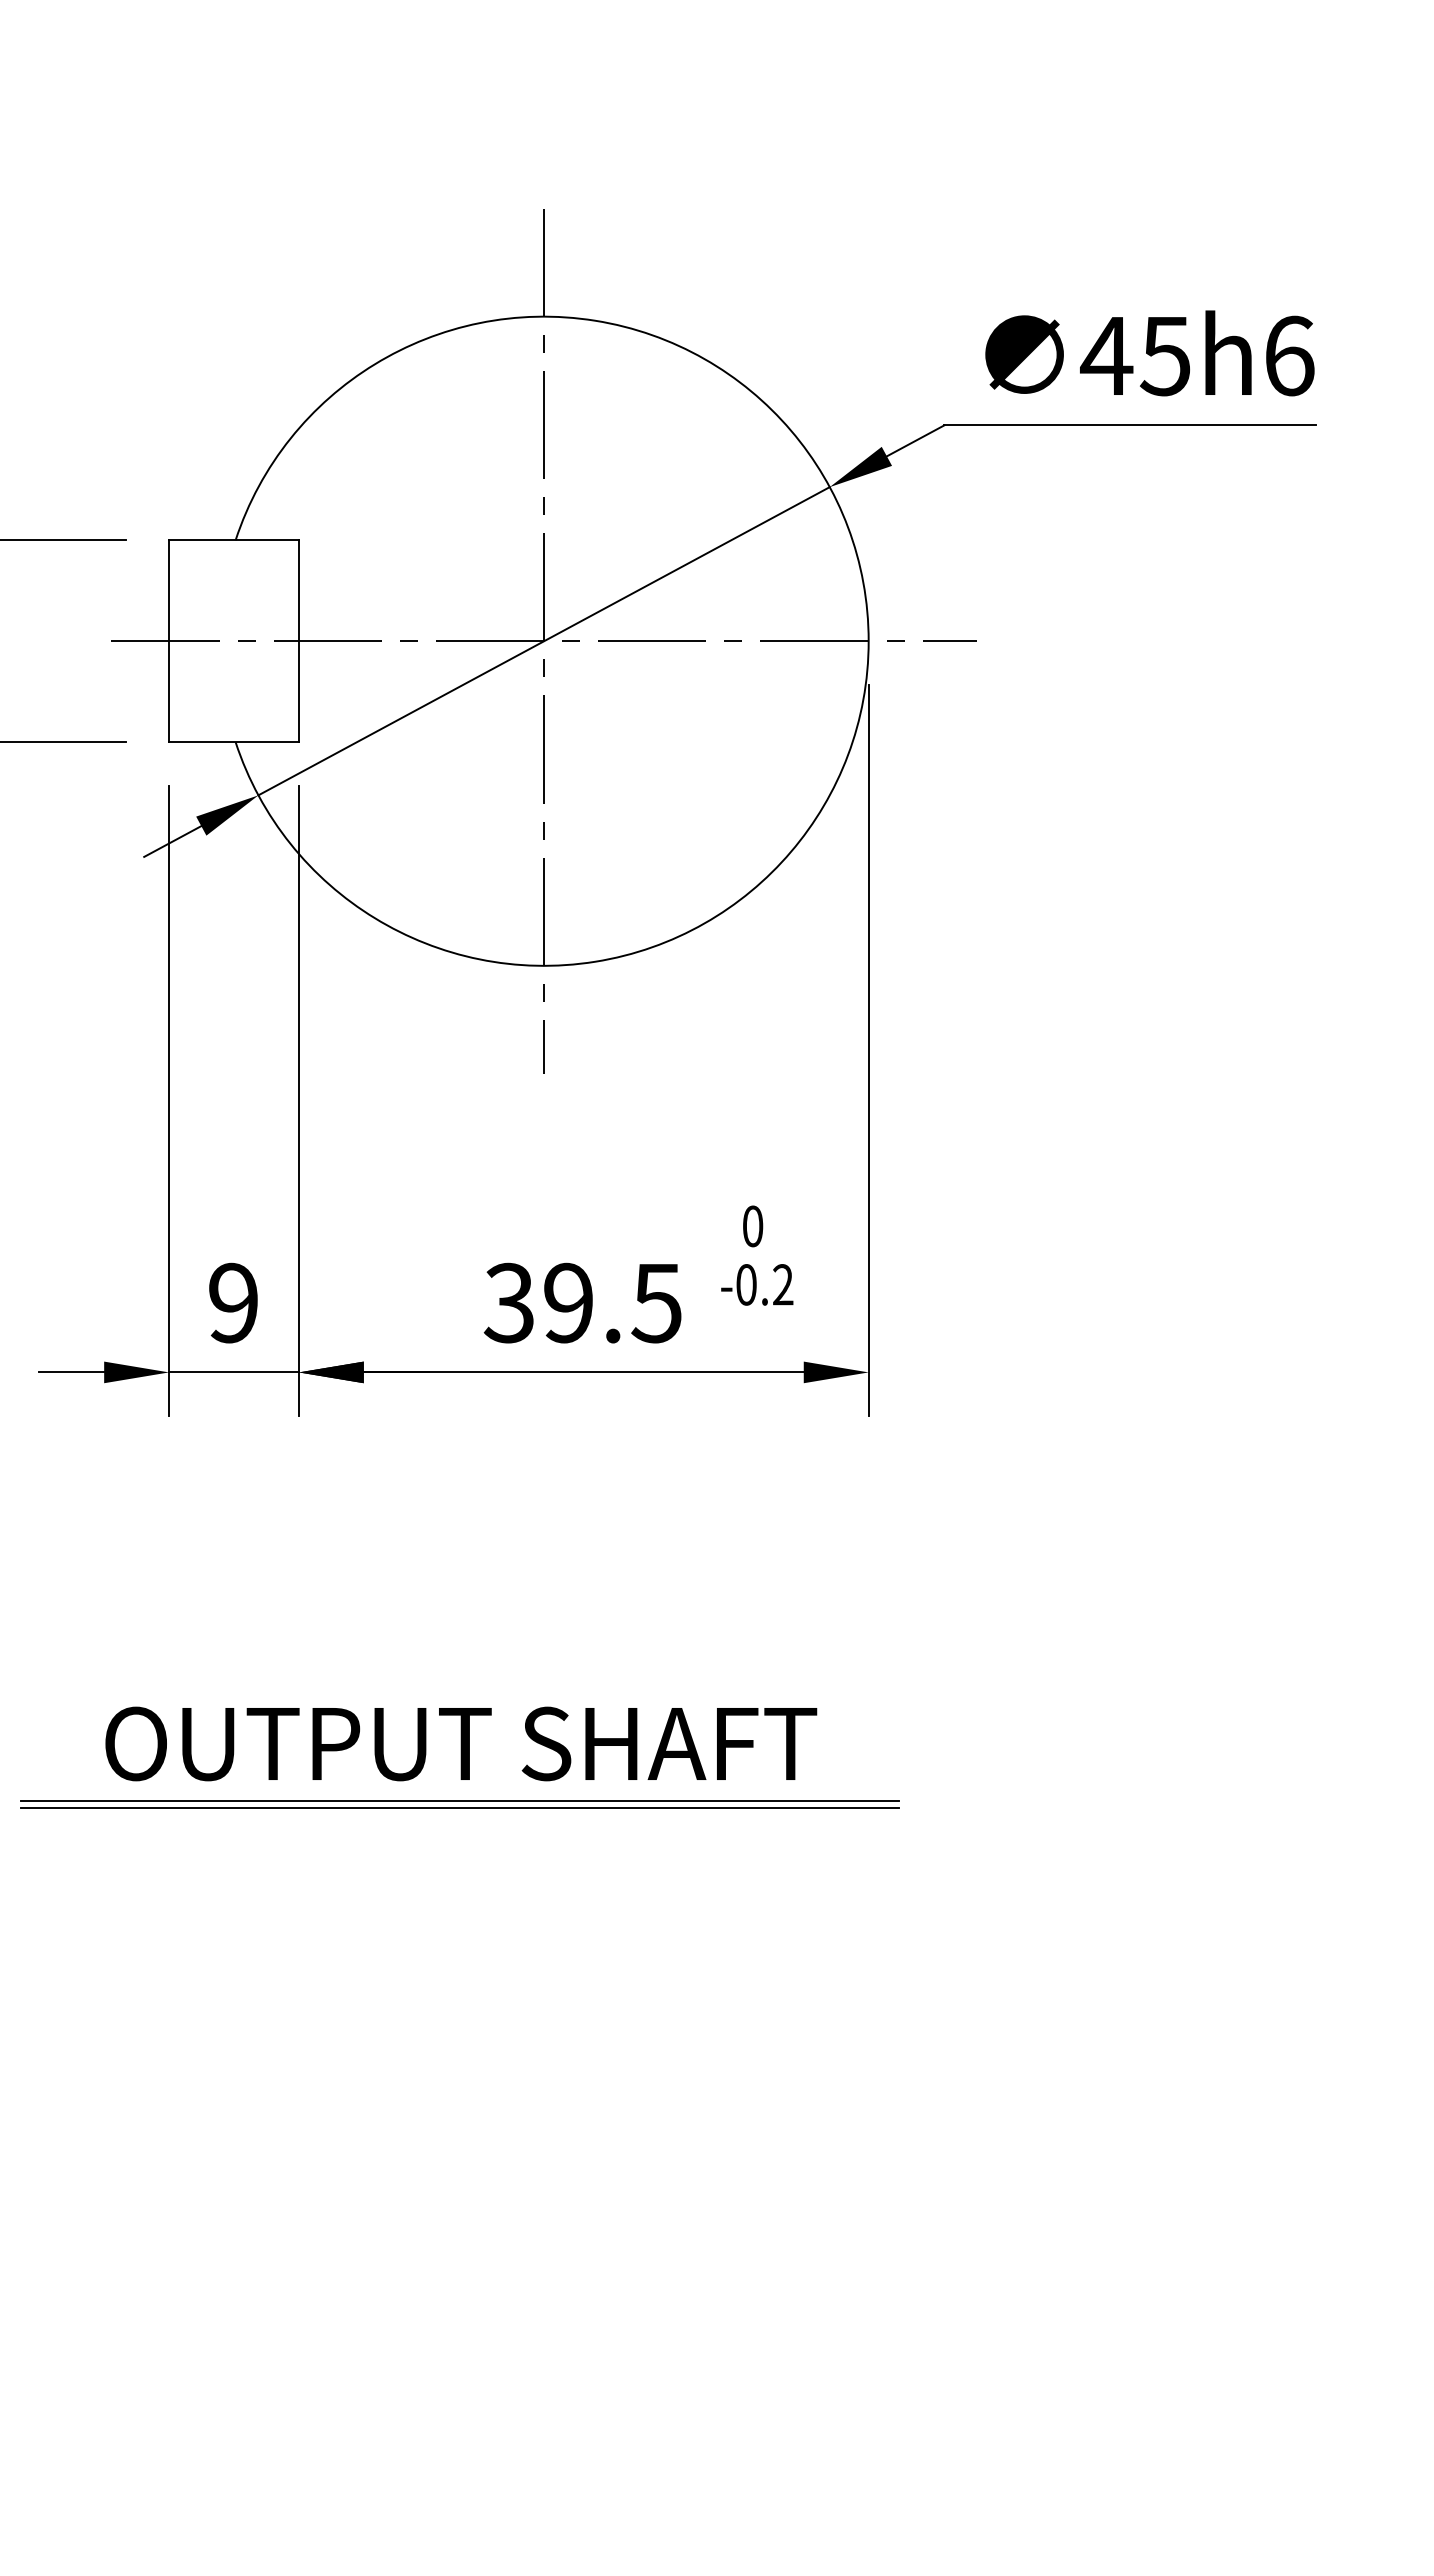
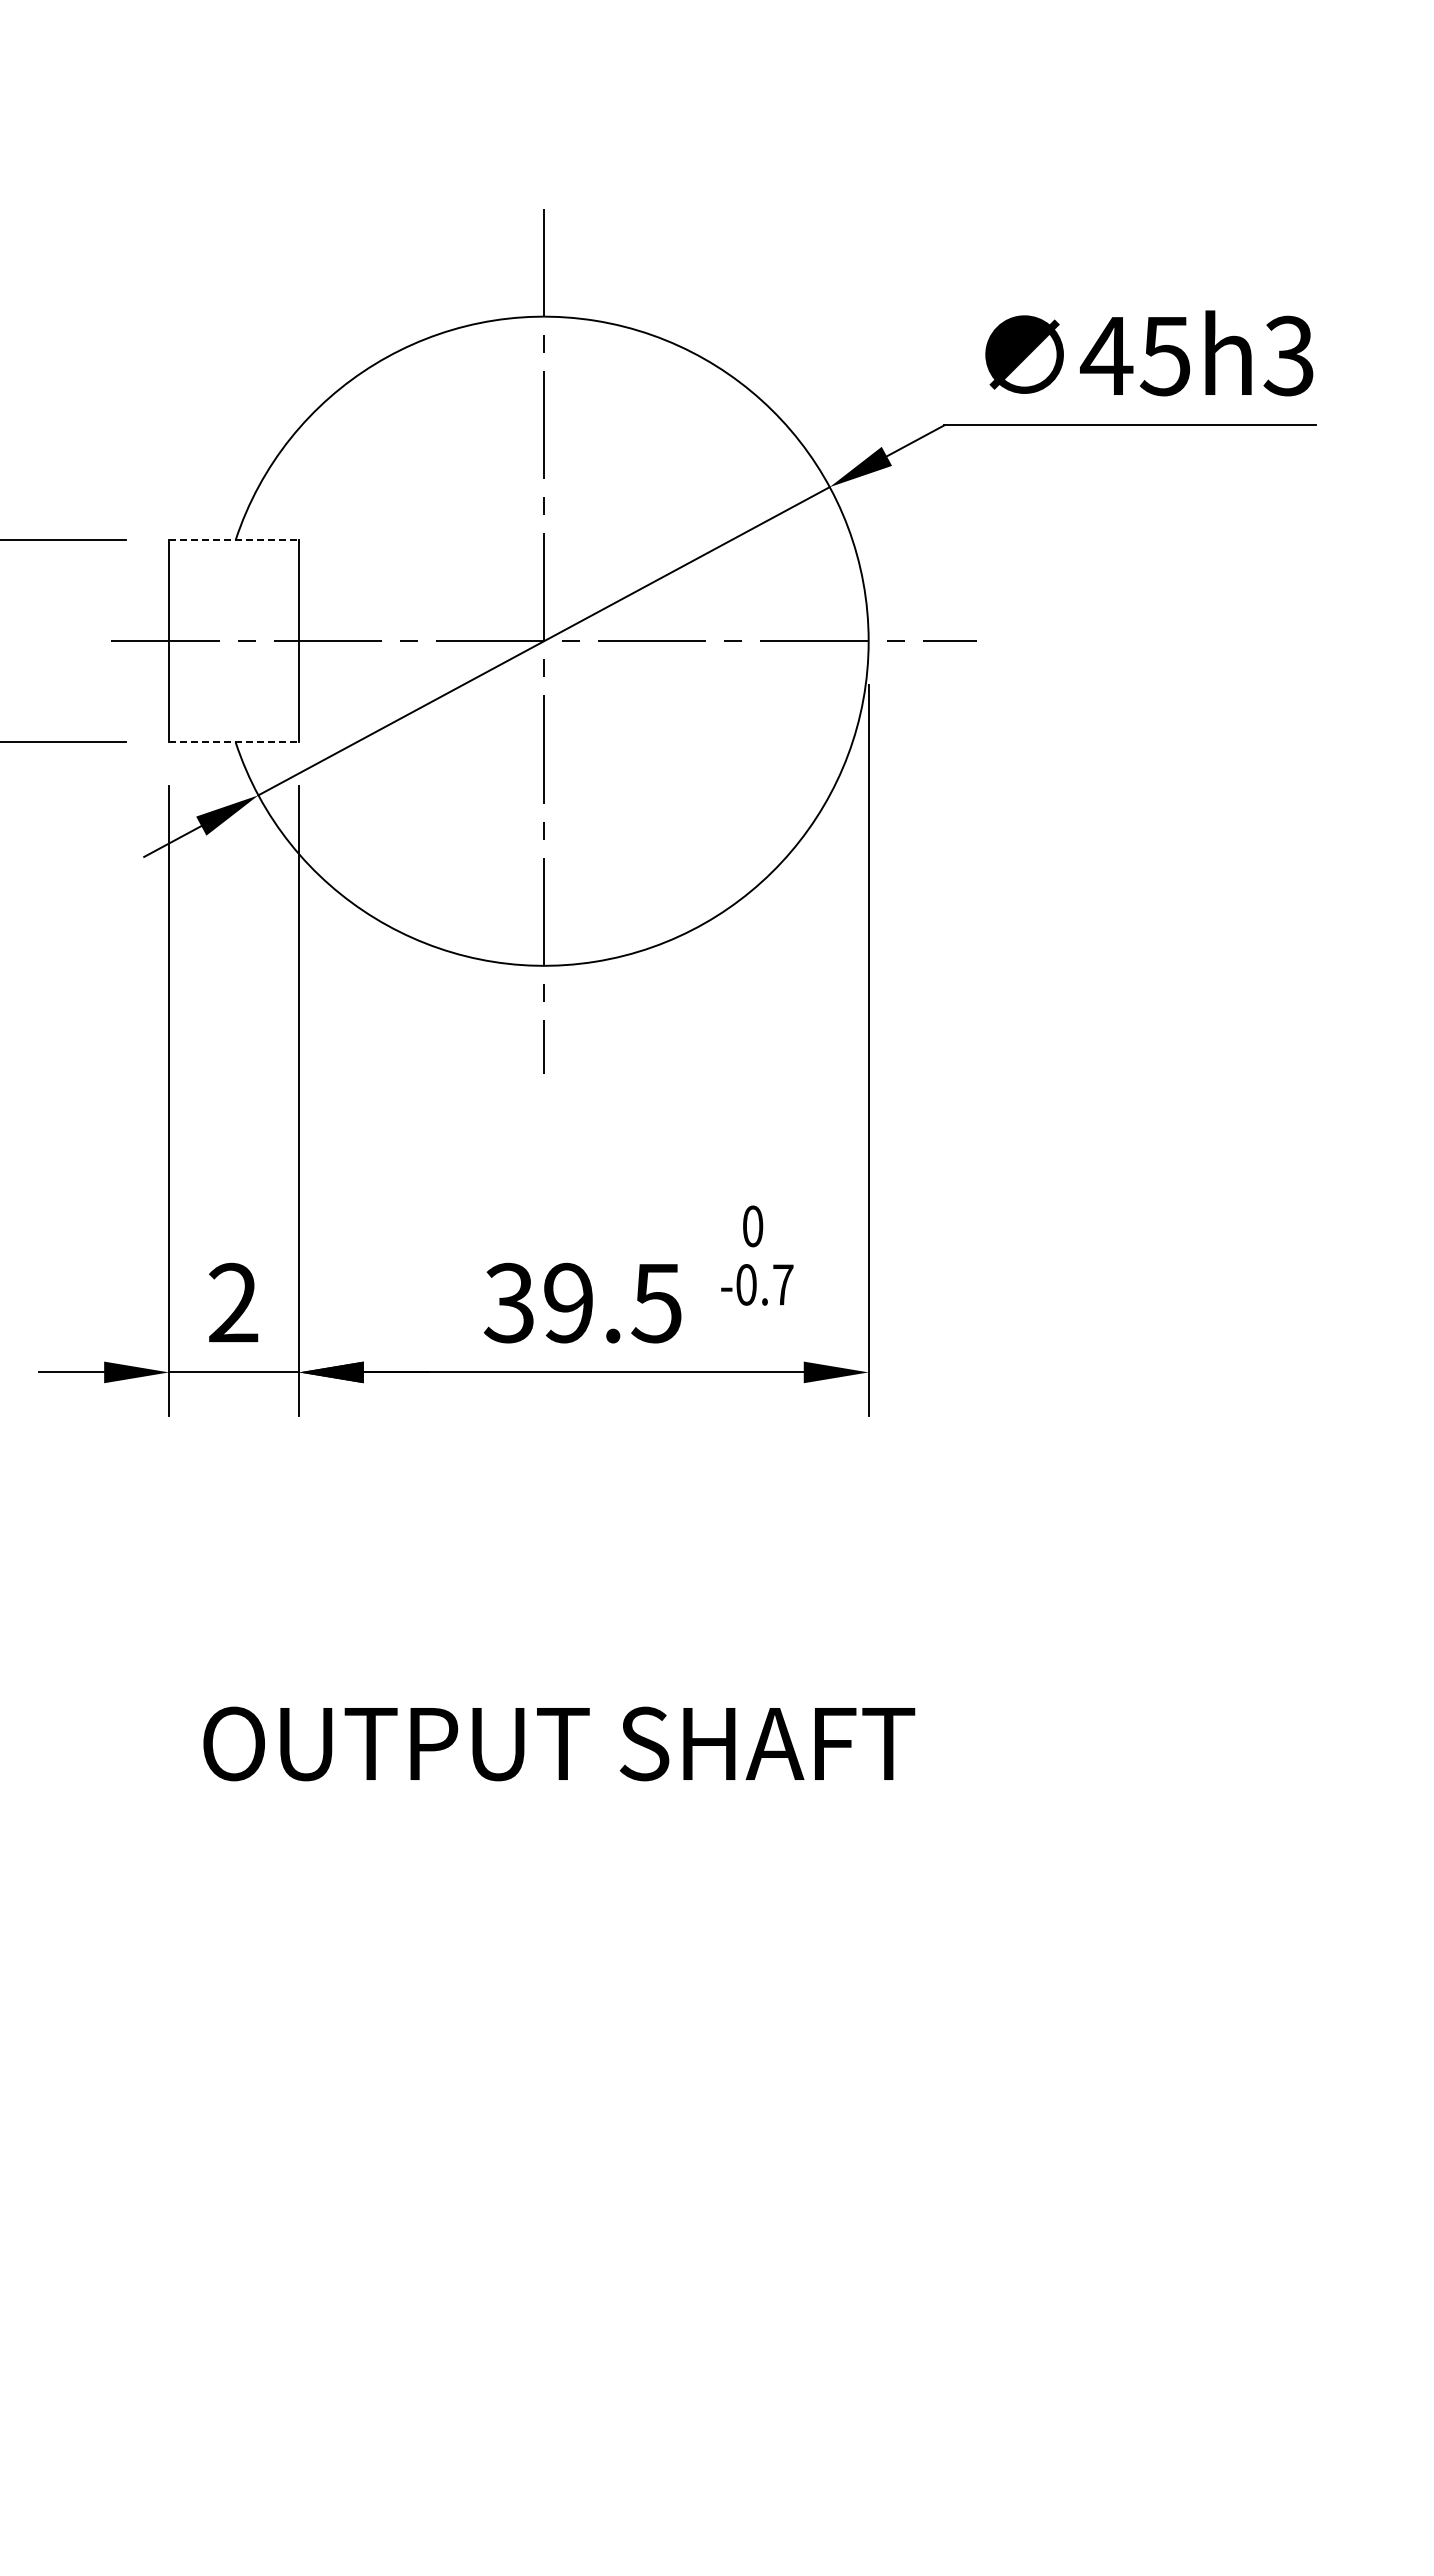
text at (1288, 355): 45h6 -> 45h3
line at (233, 540): solid -> dashed
line at (233, 742): solid -> dashed
text at (783, 1284): -0.2 -> -0.7
text at (233, 1303): 9 -> 2
text at (461, 1743) position: (461, 1743) -> (559, 1743)
line at (459, 1800): present -> none
line at (459, 1808): present -> none
